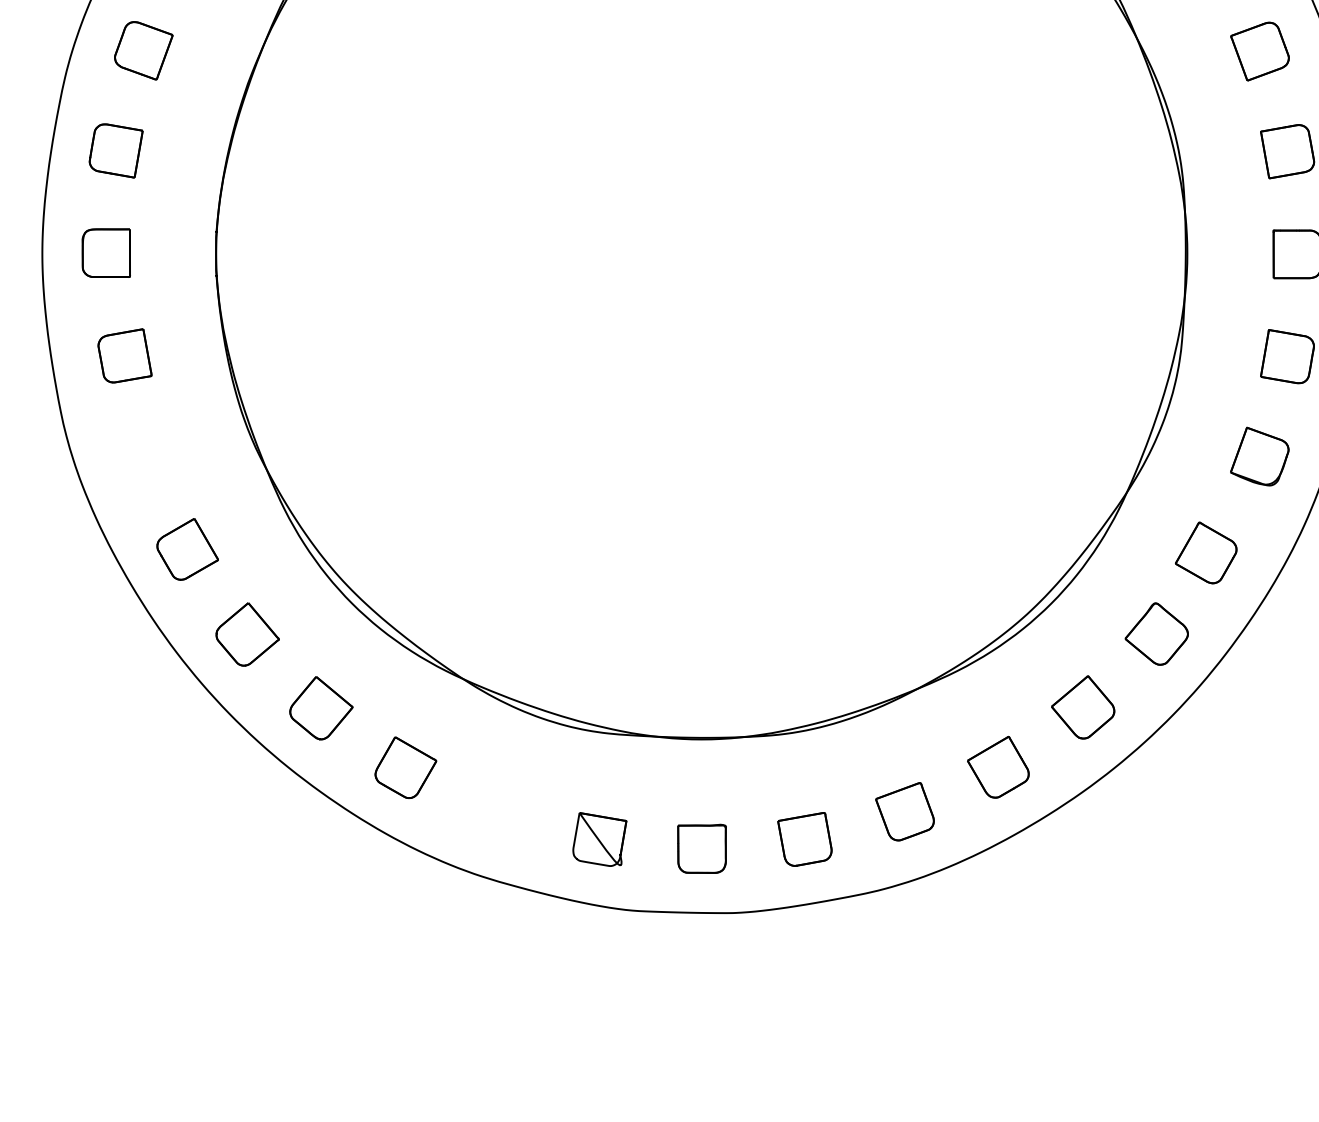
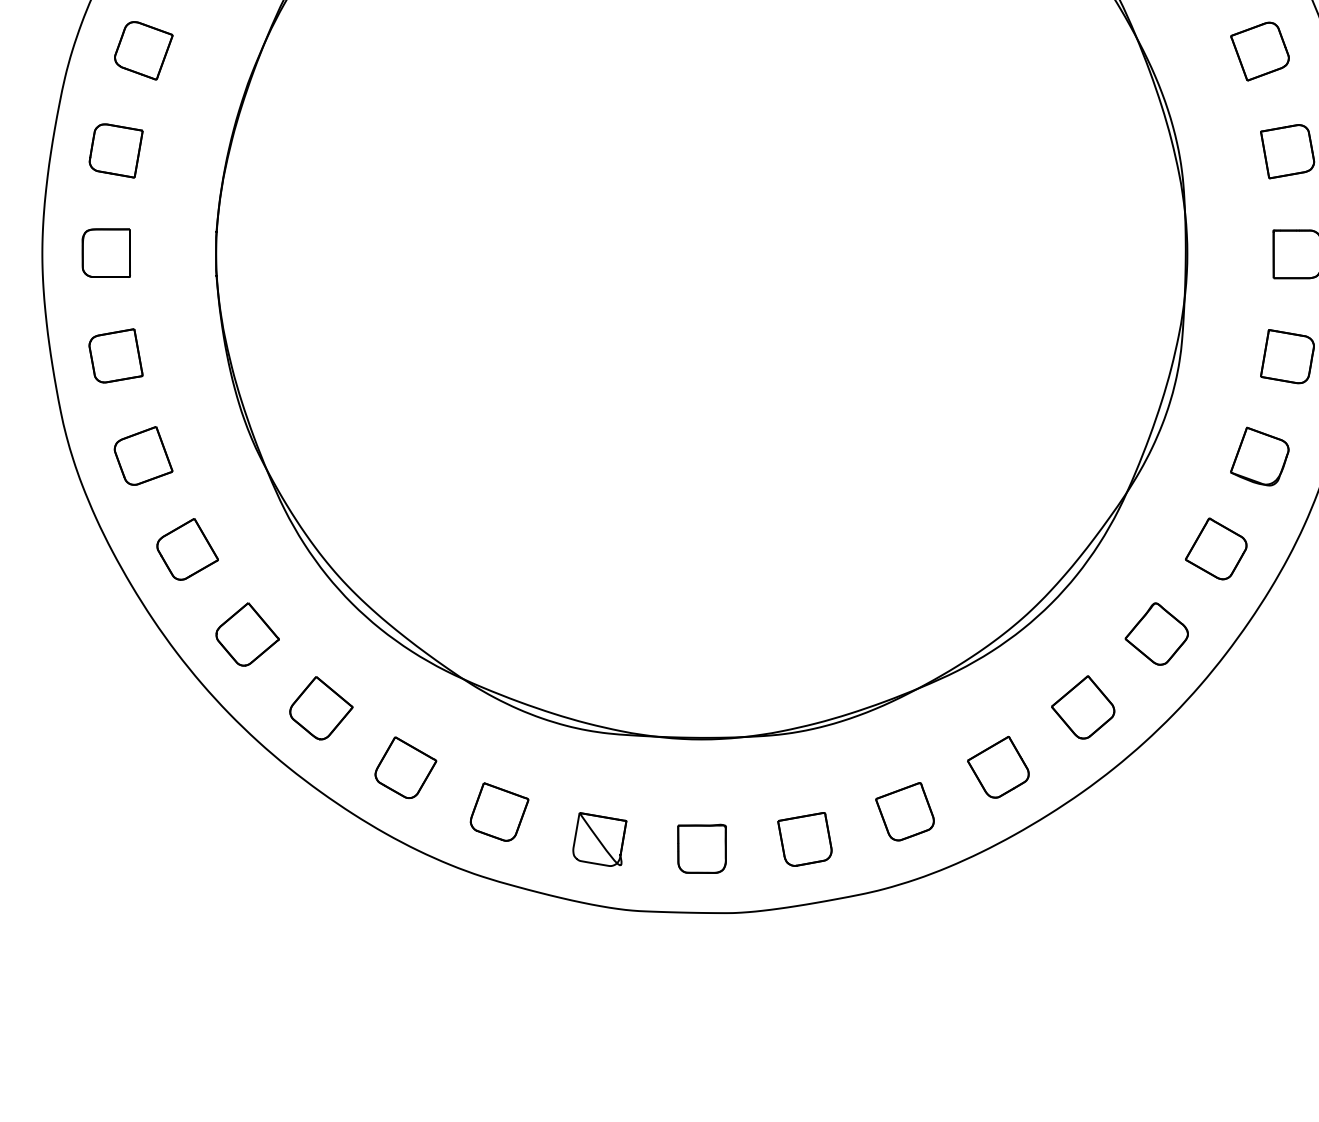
part at (124, 355) position: (124, 355) -> (115, 355)
part at (143, 455): none -> present
part at (1206, 552) position: (1206, 552) -> (1216, 548)
part at (499, 811): none -> present
